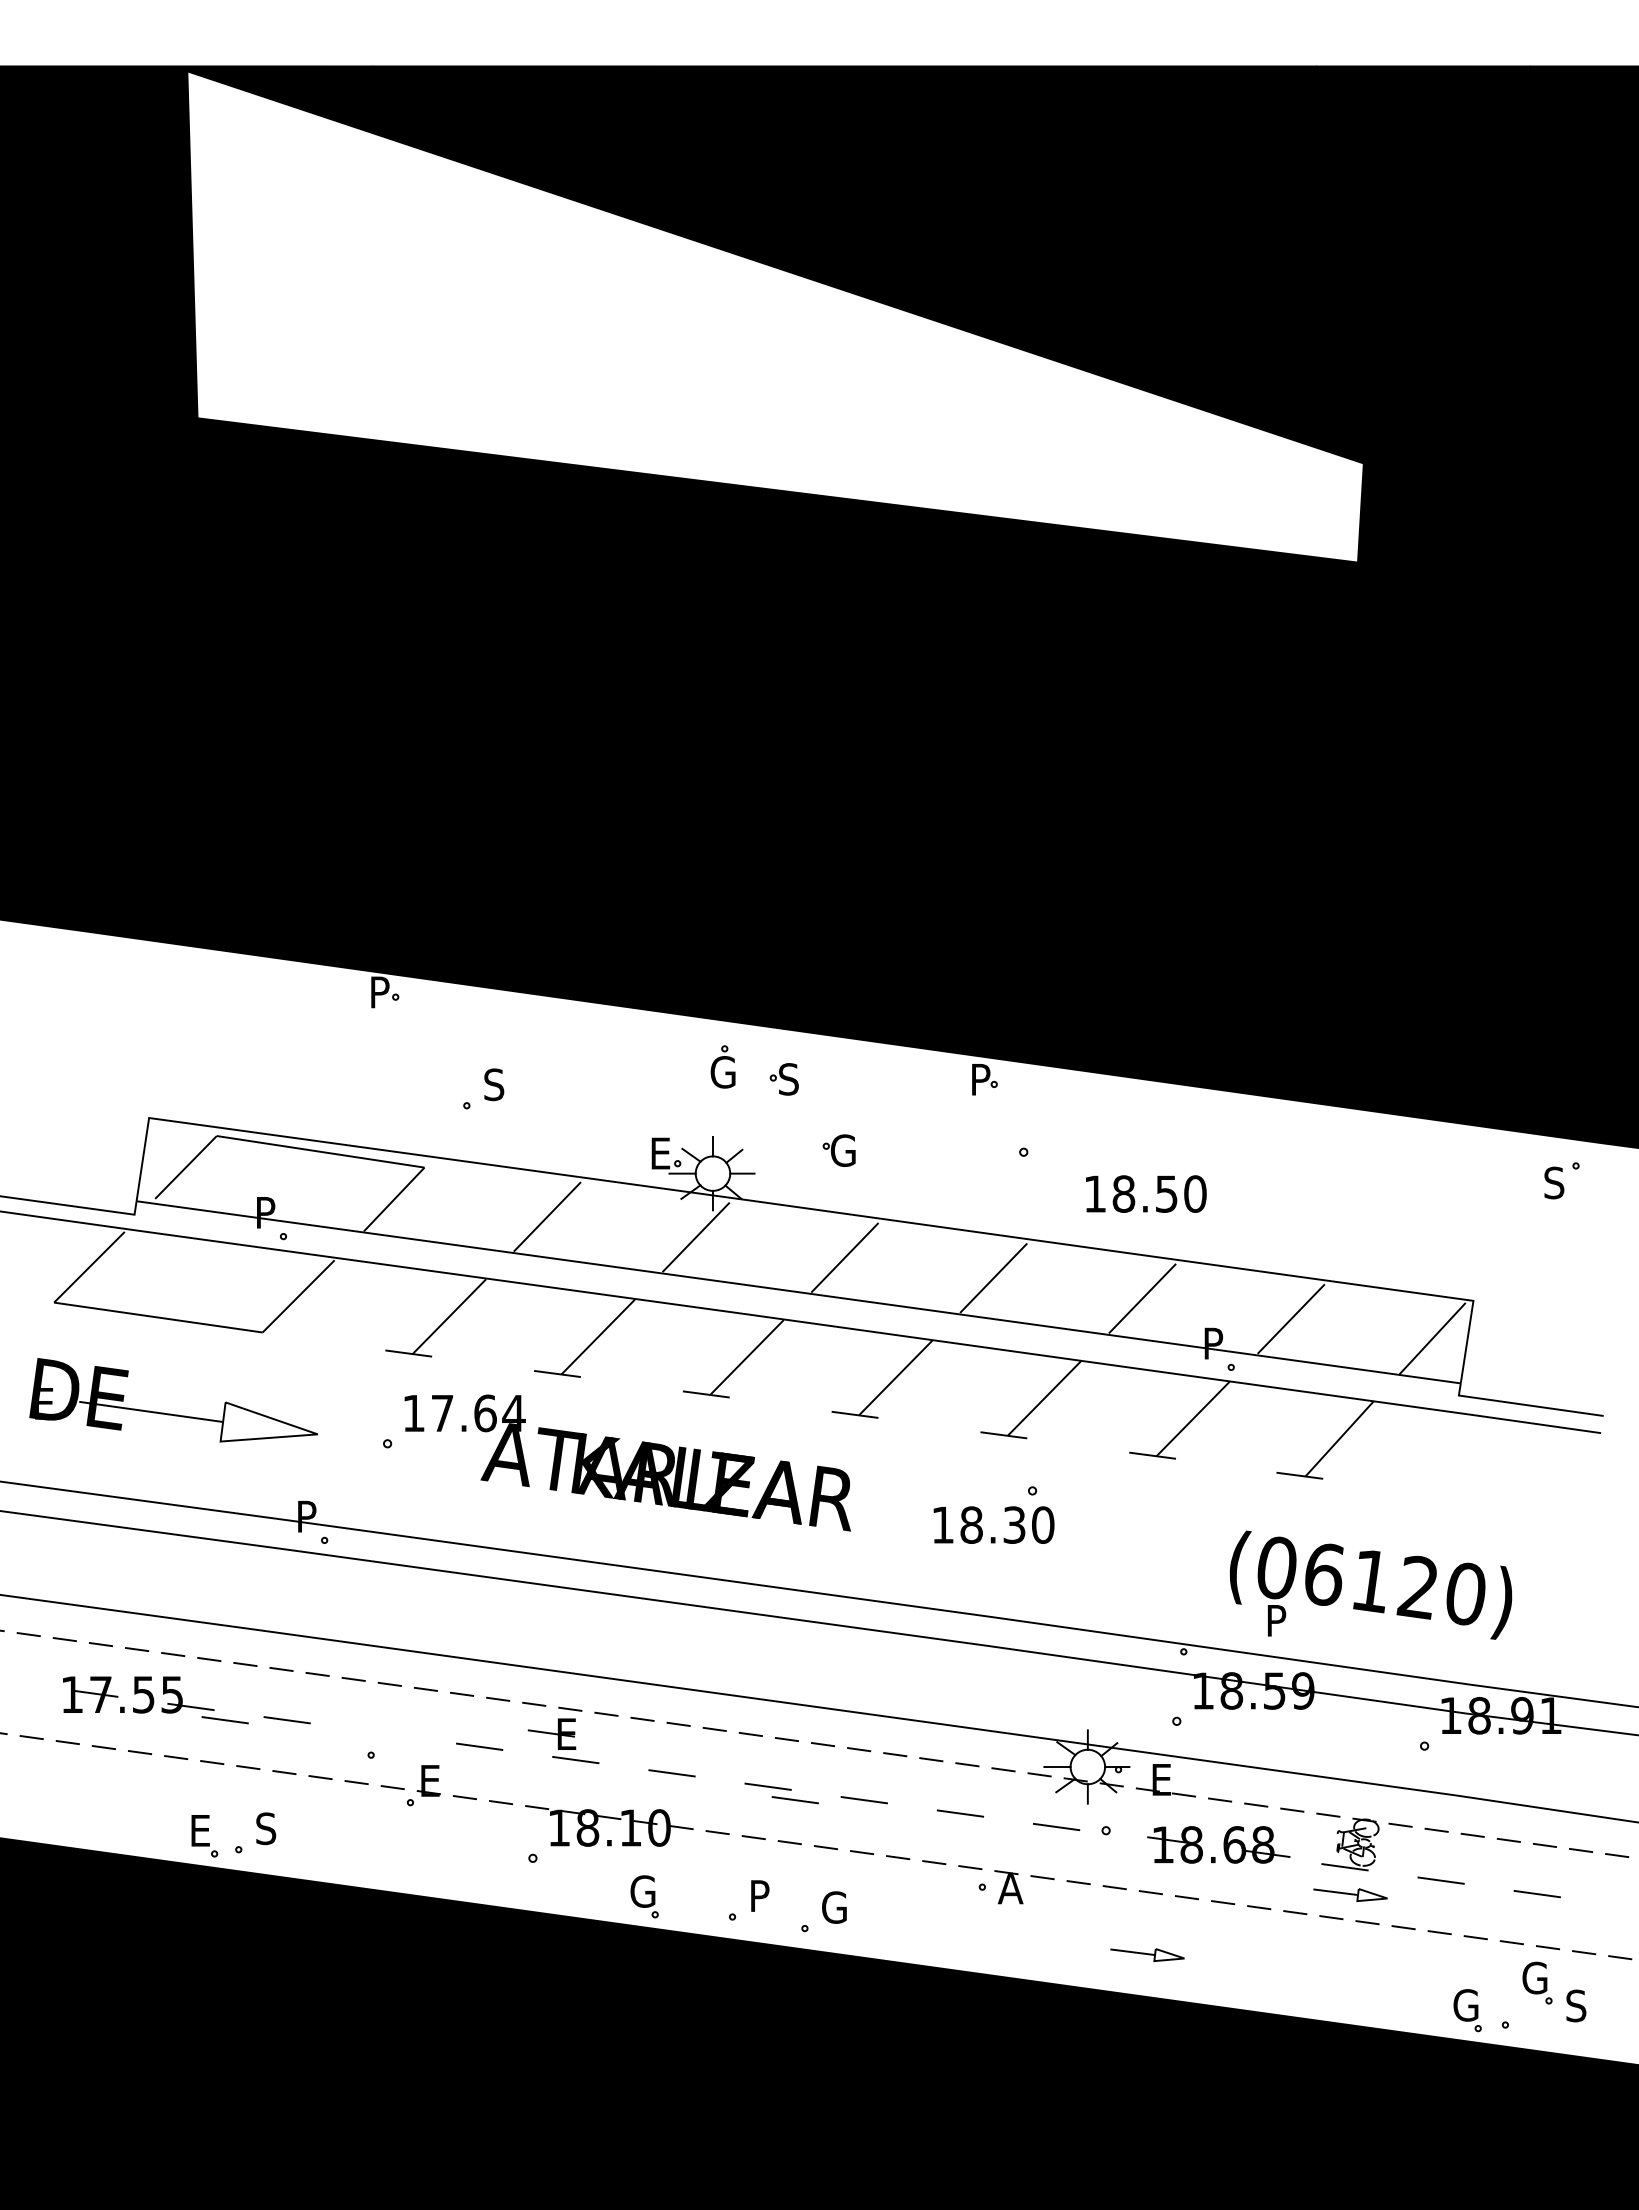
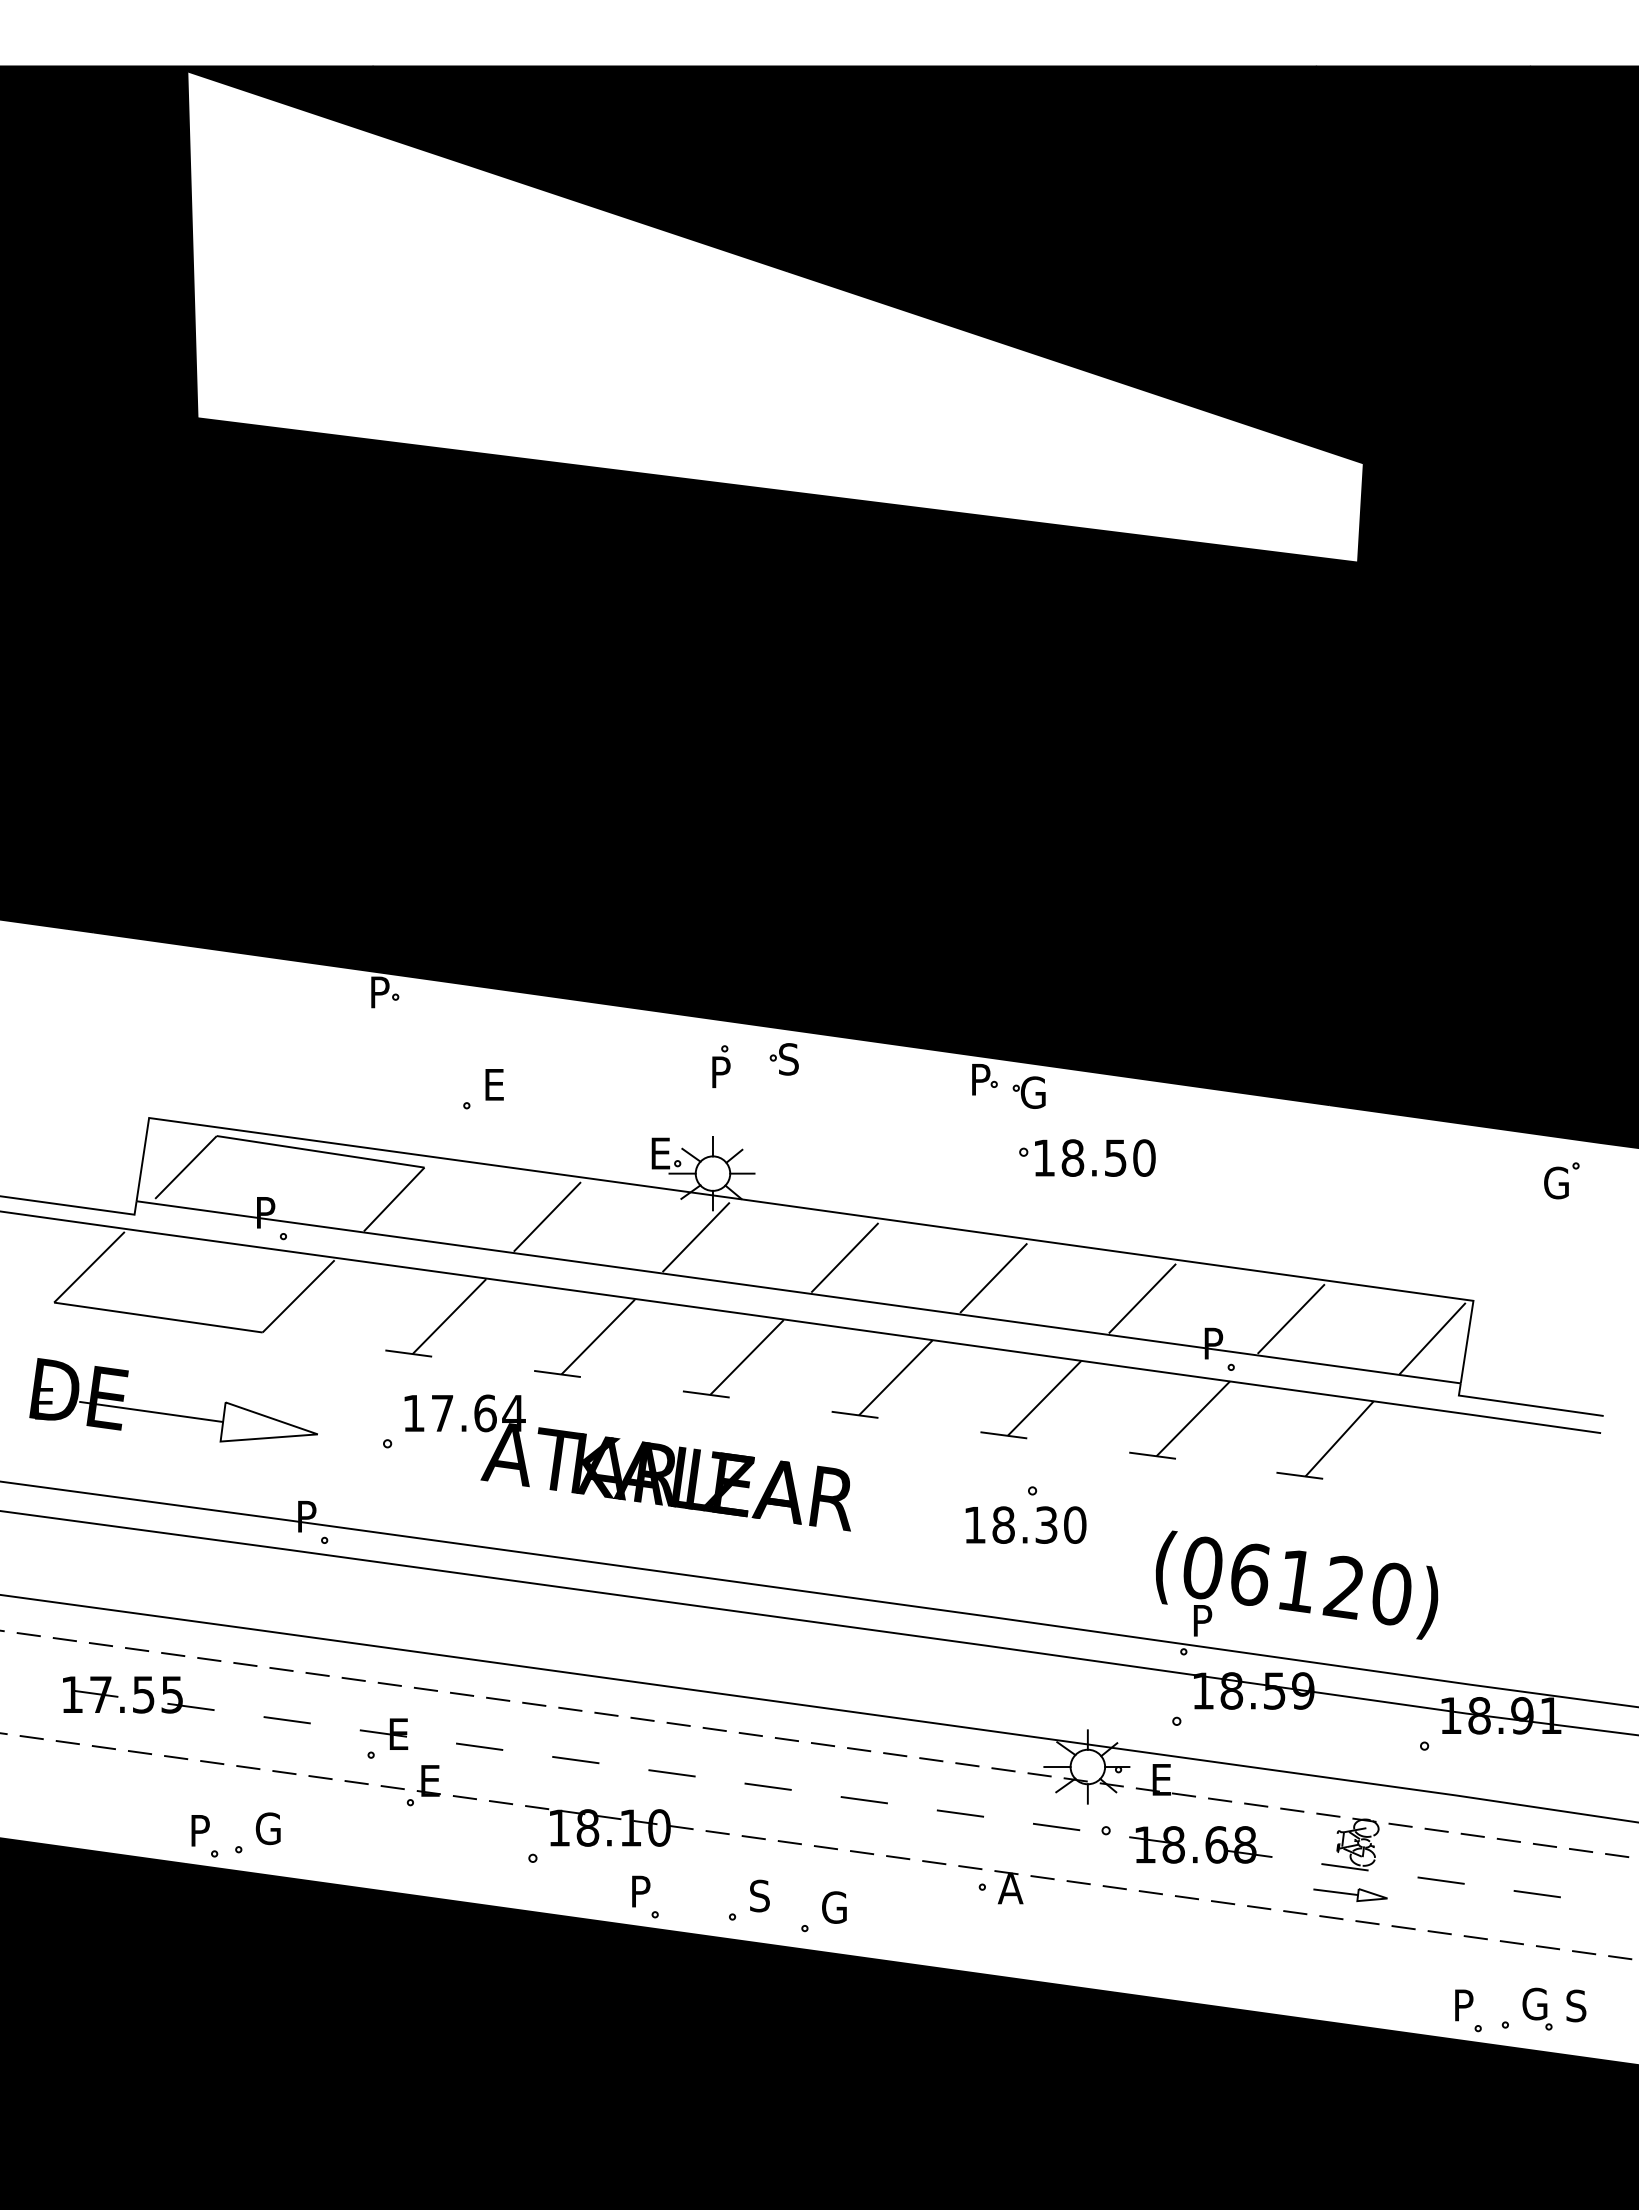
text at (722, 1072): G -> P
part at (783, 1079) position: (783, 1079) -> (783, 1059)
text at (494, 1084): S -> E
part at (838, 1150) position: (838, 1150) -> (1028, 1092)
text at (1556, 1182): S -> G
text at (1146, 1193) position: (1146, 1193) -> (1095, 1157)
text at (993, 1524) position: (993, 1524) -> (1025, 1524)
text at (1370, 1584) position: (1370, 1584) -> (1296, 1584)
line at (224, 1720): present -> none
part at (551, 1733) position: (551, 1733) -> (383, 1733)
line at (794, 1800): present -> none
text at (267, 1828): S -> G
text at (202, 1830): E -> P
part at (1218, 1844) position: (1218, 1844) -> (1200, 1844)
text at (642, 1891): G -> P
text at (759, 1895): P -> S
part at (1147, 1954): present -> none
part at (1537, 1982) position: (1537, 1982) -> (1537, 2008)
text at (1465, 2005): G -> P
